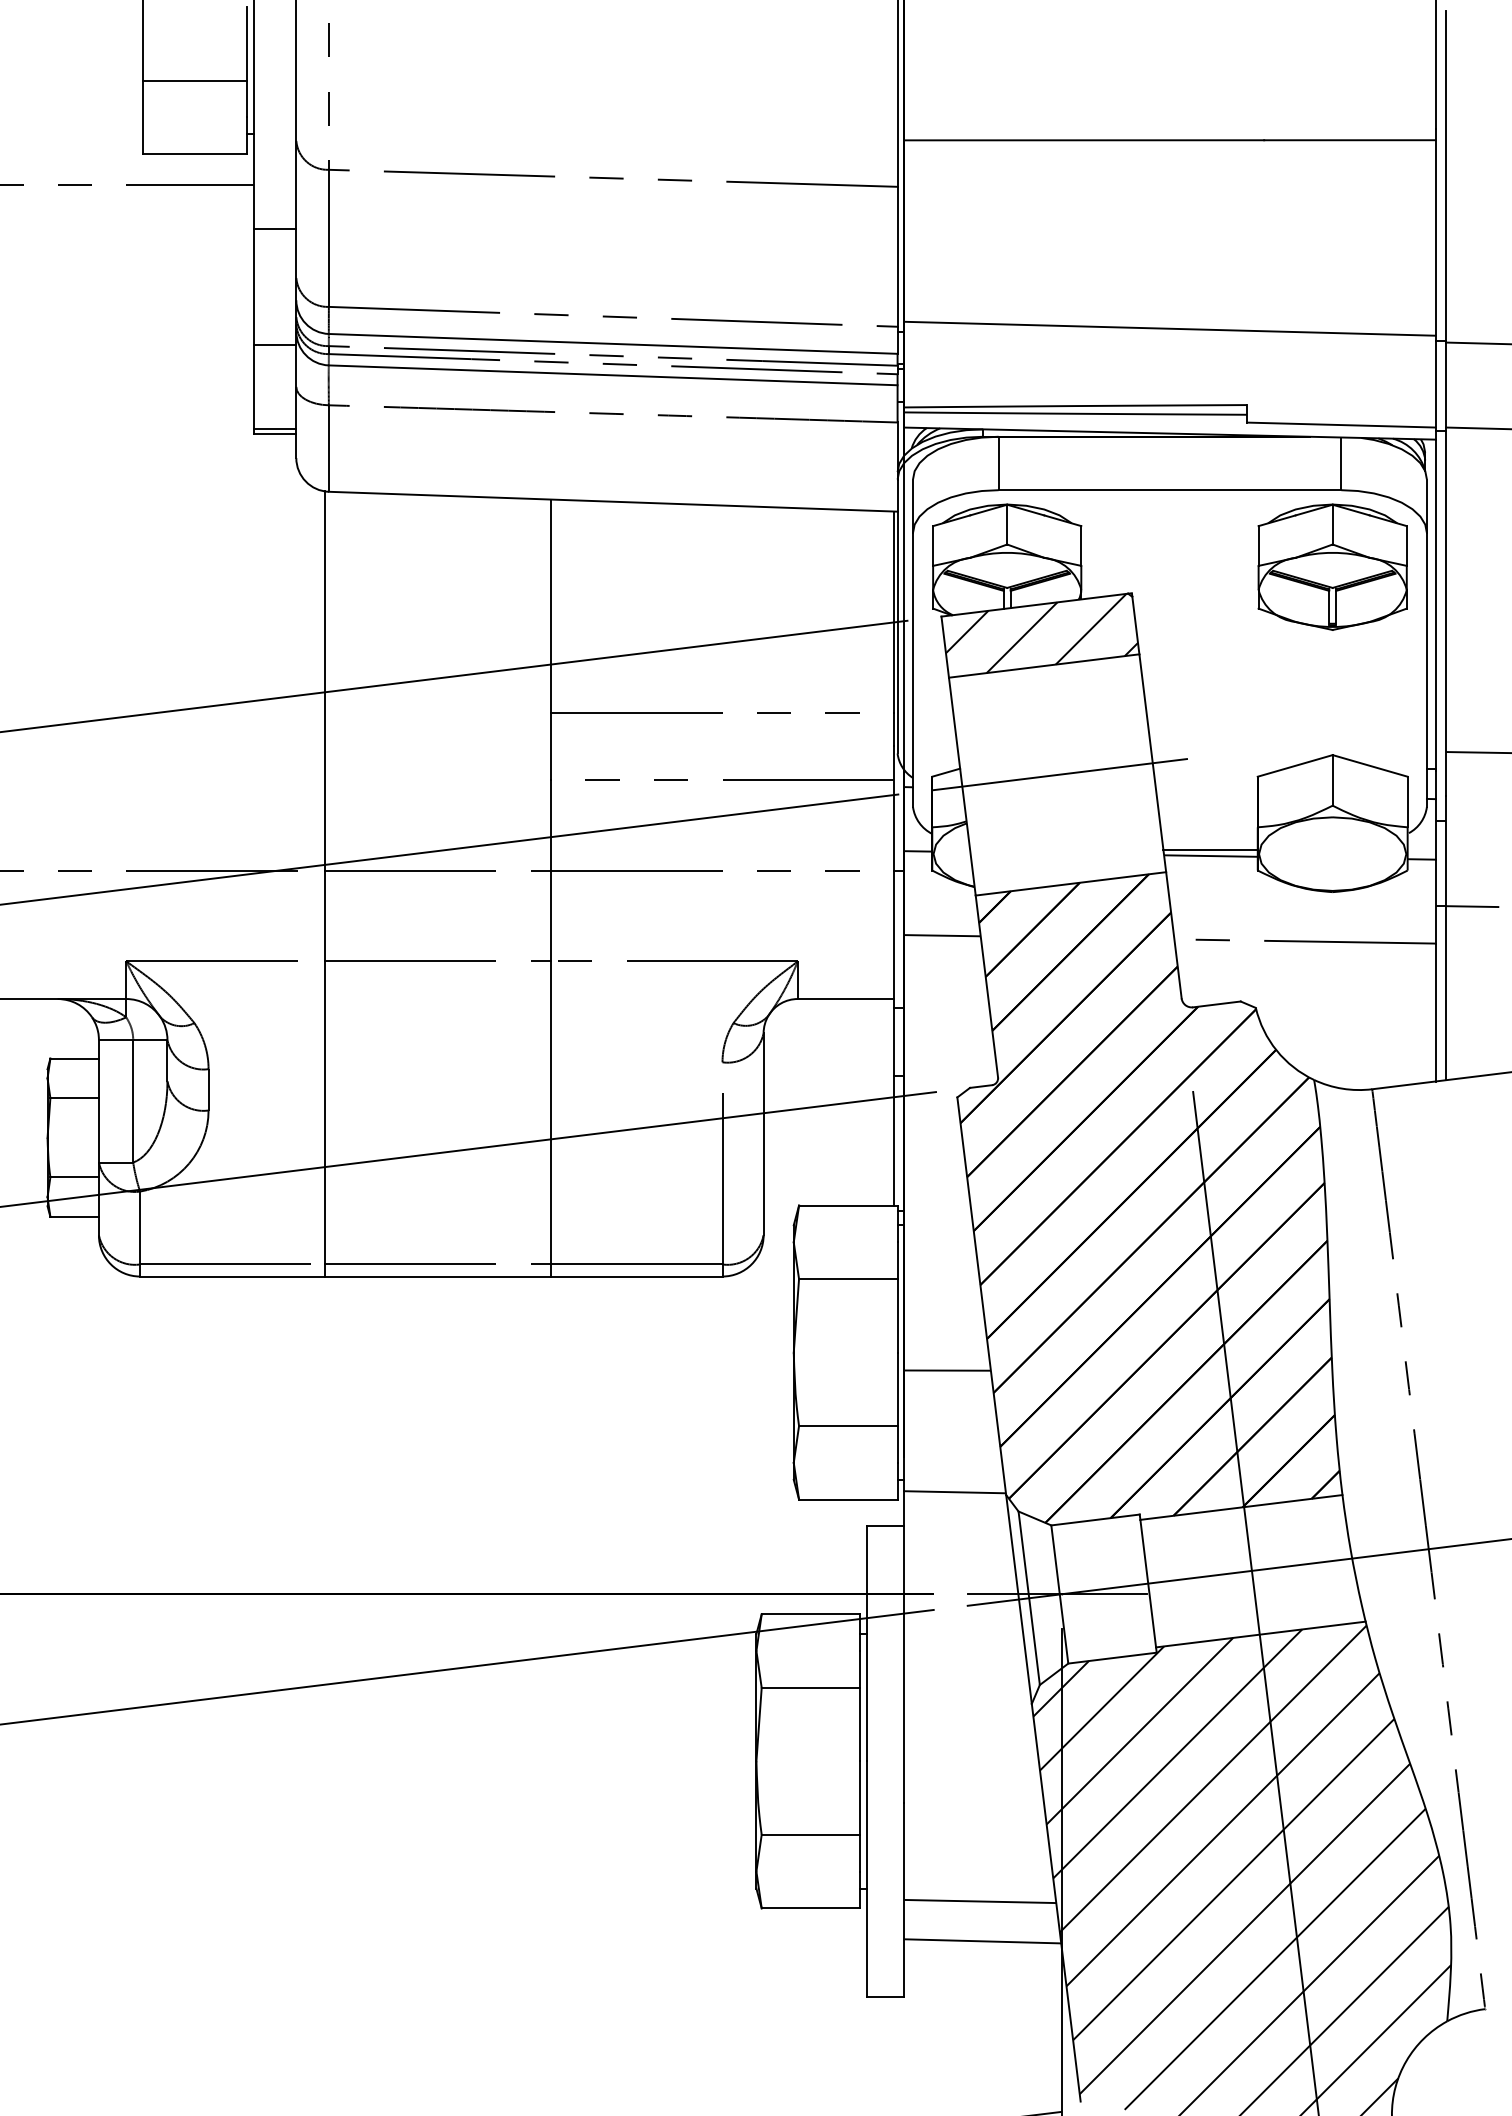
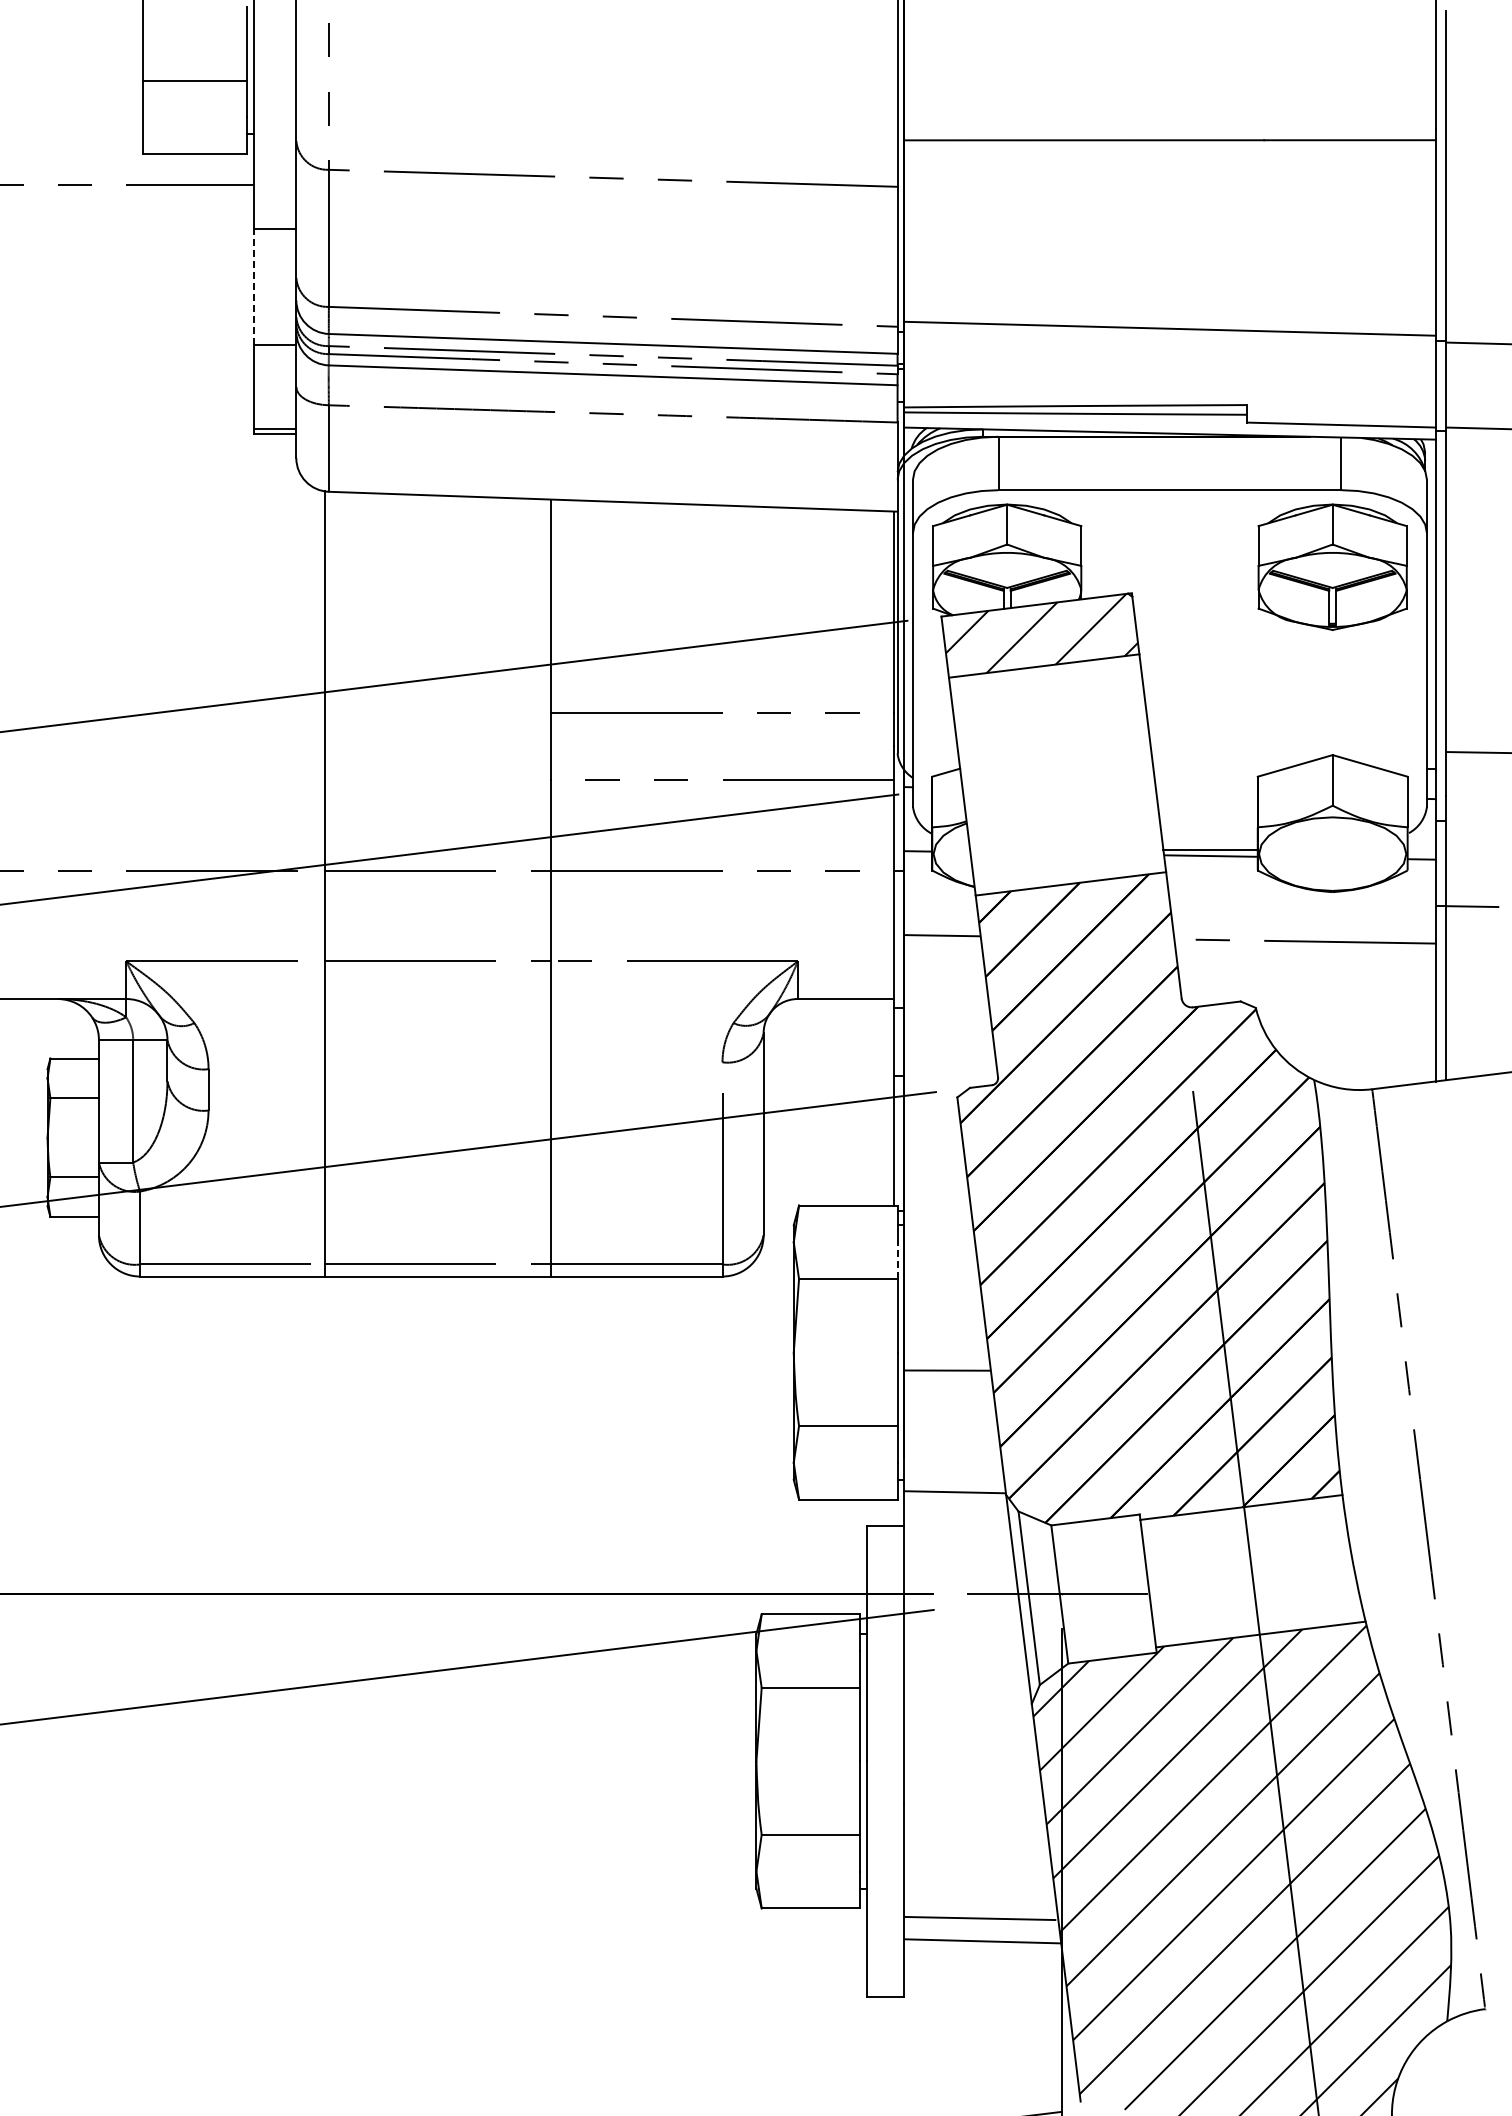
line at (253, 286): solid -> dashed
line at (1059, 774): present -> none
line at (897, 1260): solid -> dashed
line at (1237, 1572): present -> none
line at (980, 1901) position: (980, 1901) -> (980, 1918)
